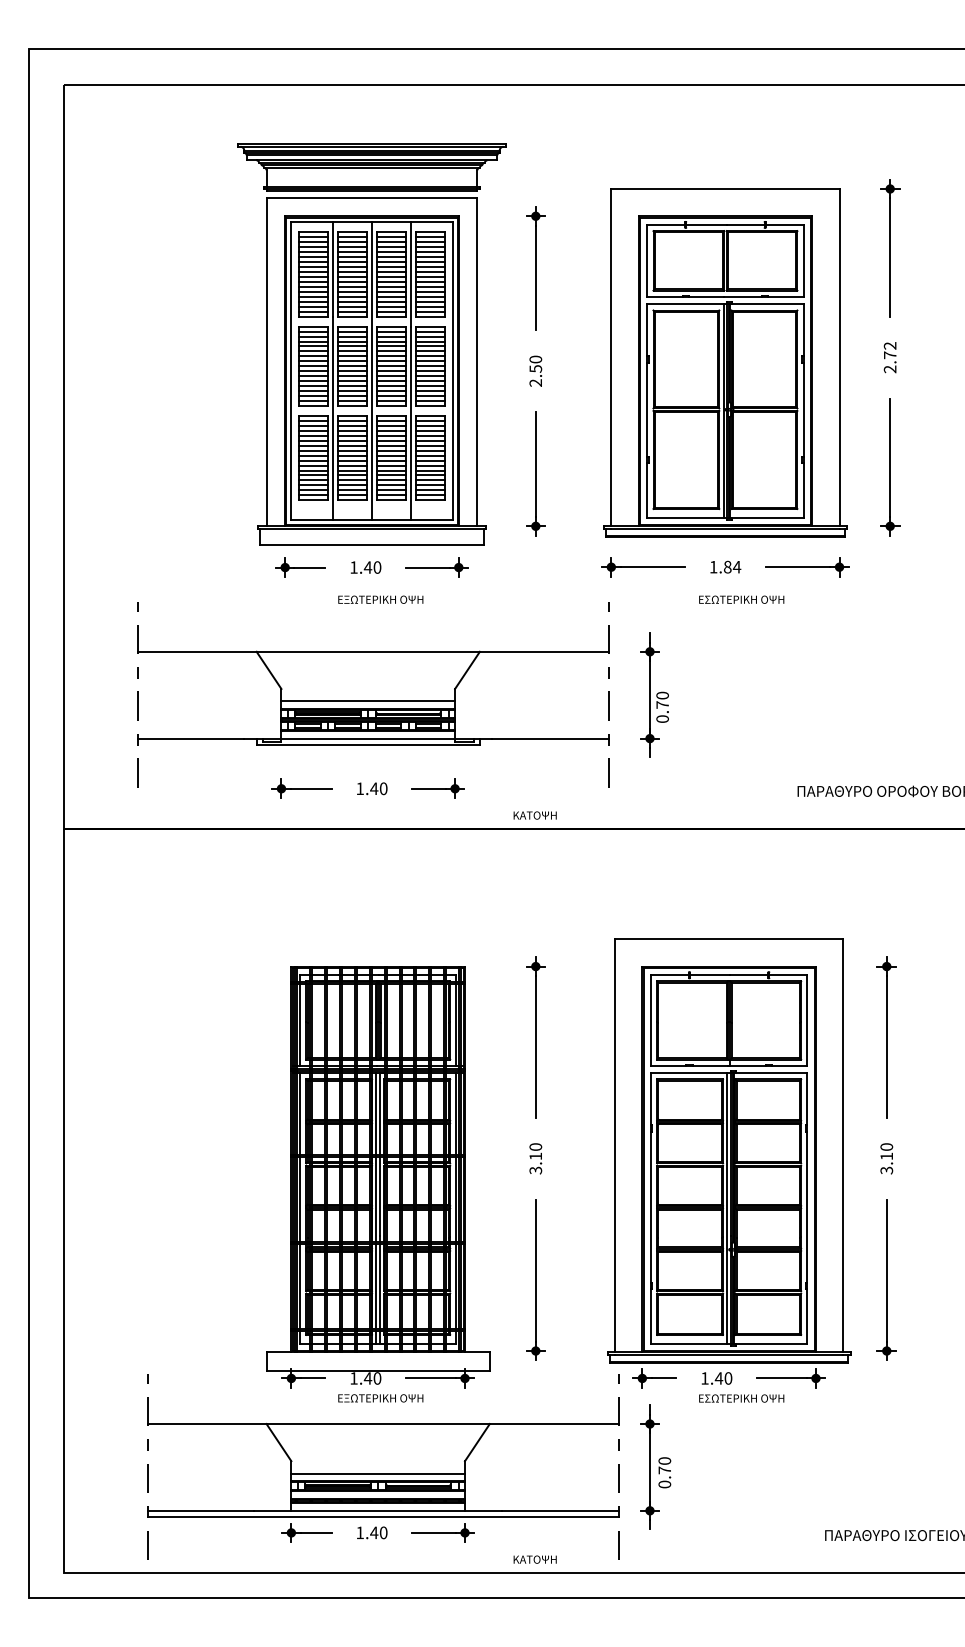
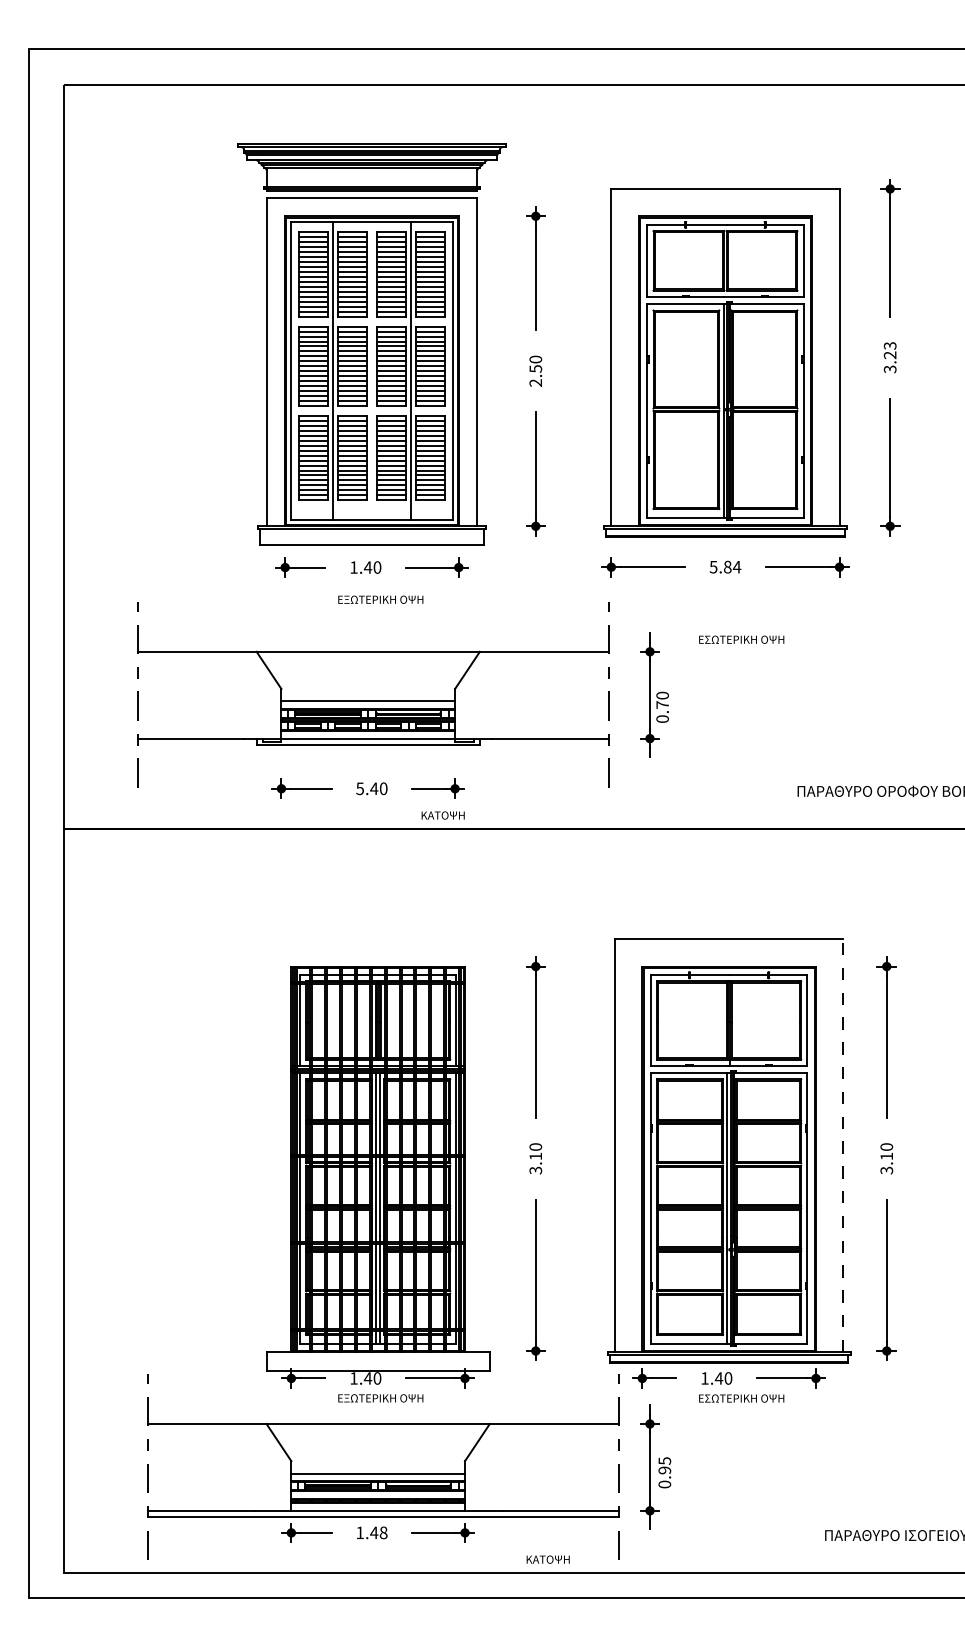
text at (889, 357): 2.72 -> 3.23
line at (371, 371): present -> none
text at (713, 567): 1.84 -> 5.84
text at (741, 599) position: (741, 599) -> (741, 639)
text at (359, 788): 1.40 -> 5.40
text at (534, 815) position: (534, 815) -> (442, 815)
line at (843, 1145): solid -> dashed
text at (664, 1465): 0.70 -> 0.95
text at (383, 1532): 1.40 -> 1.48
text at (534, 1559) position: (534, 1559) -> (547, 1559)
